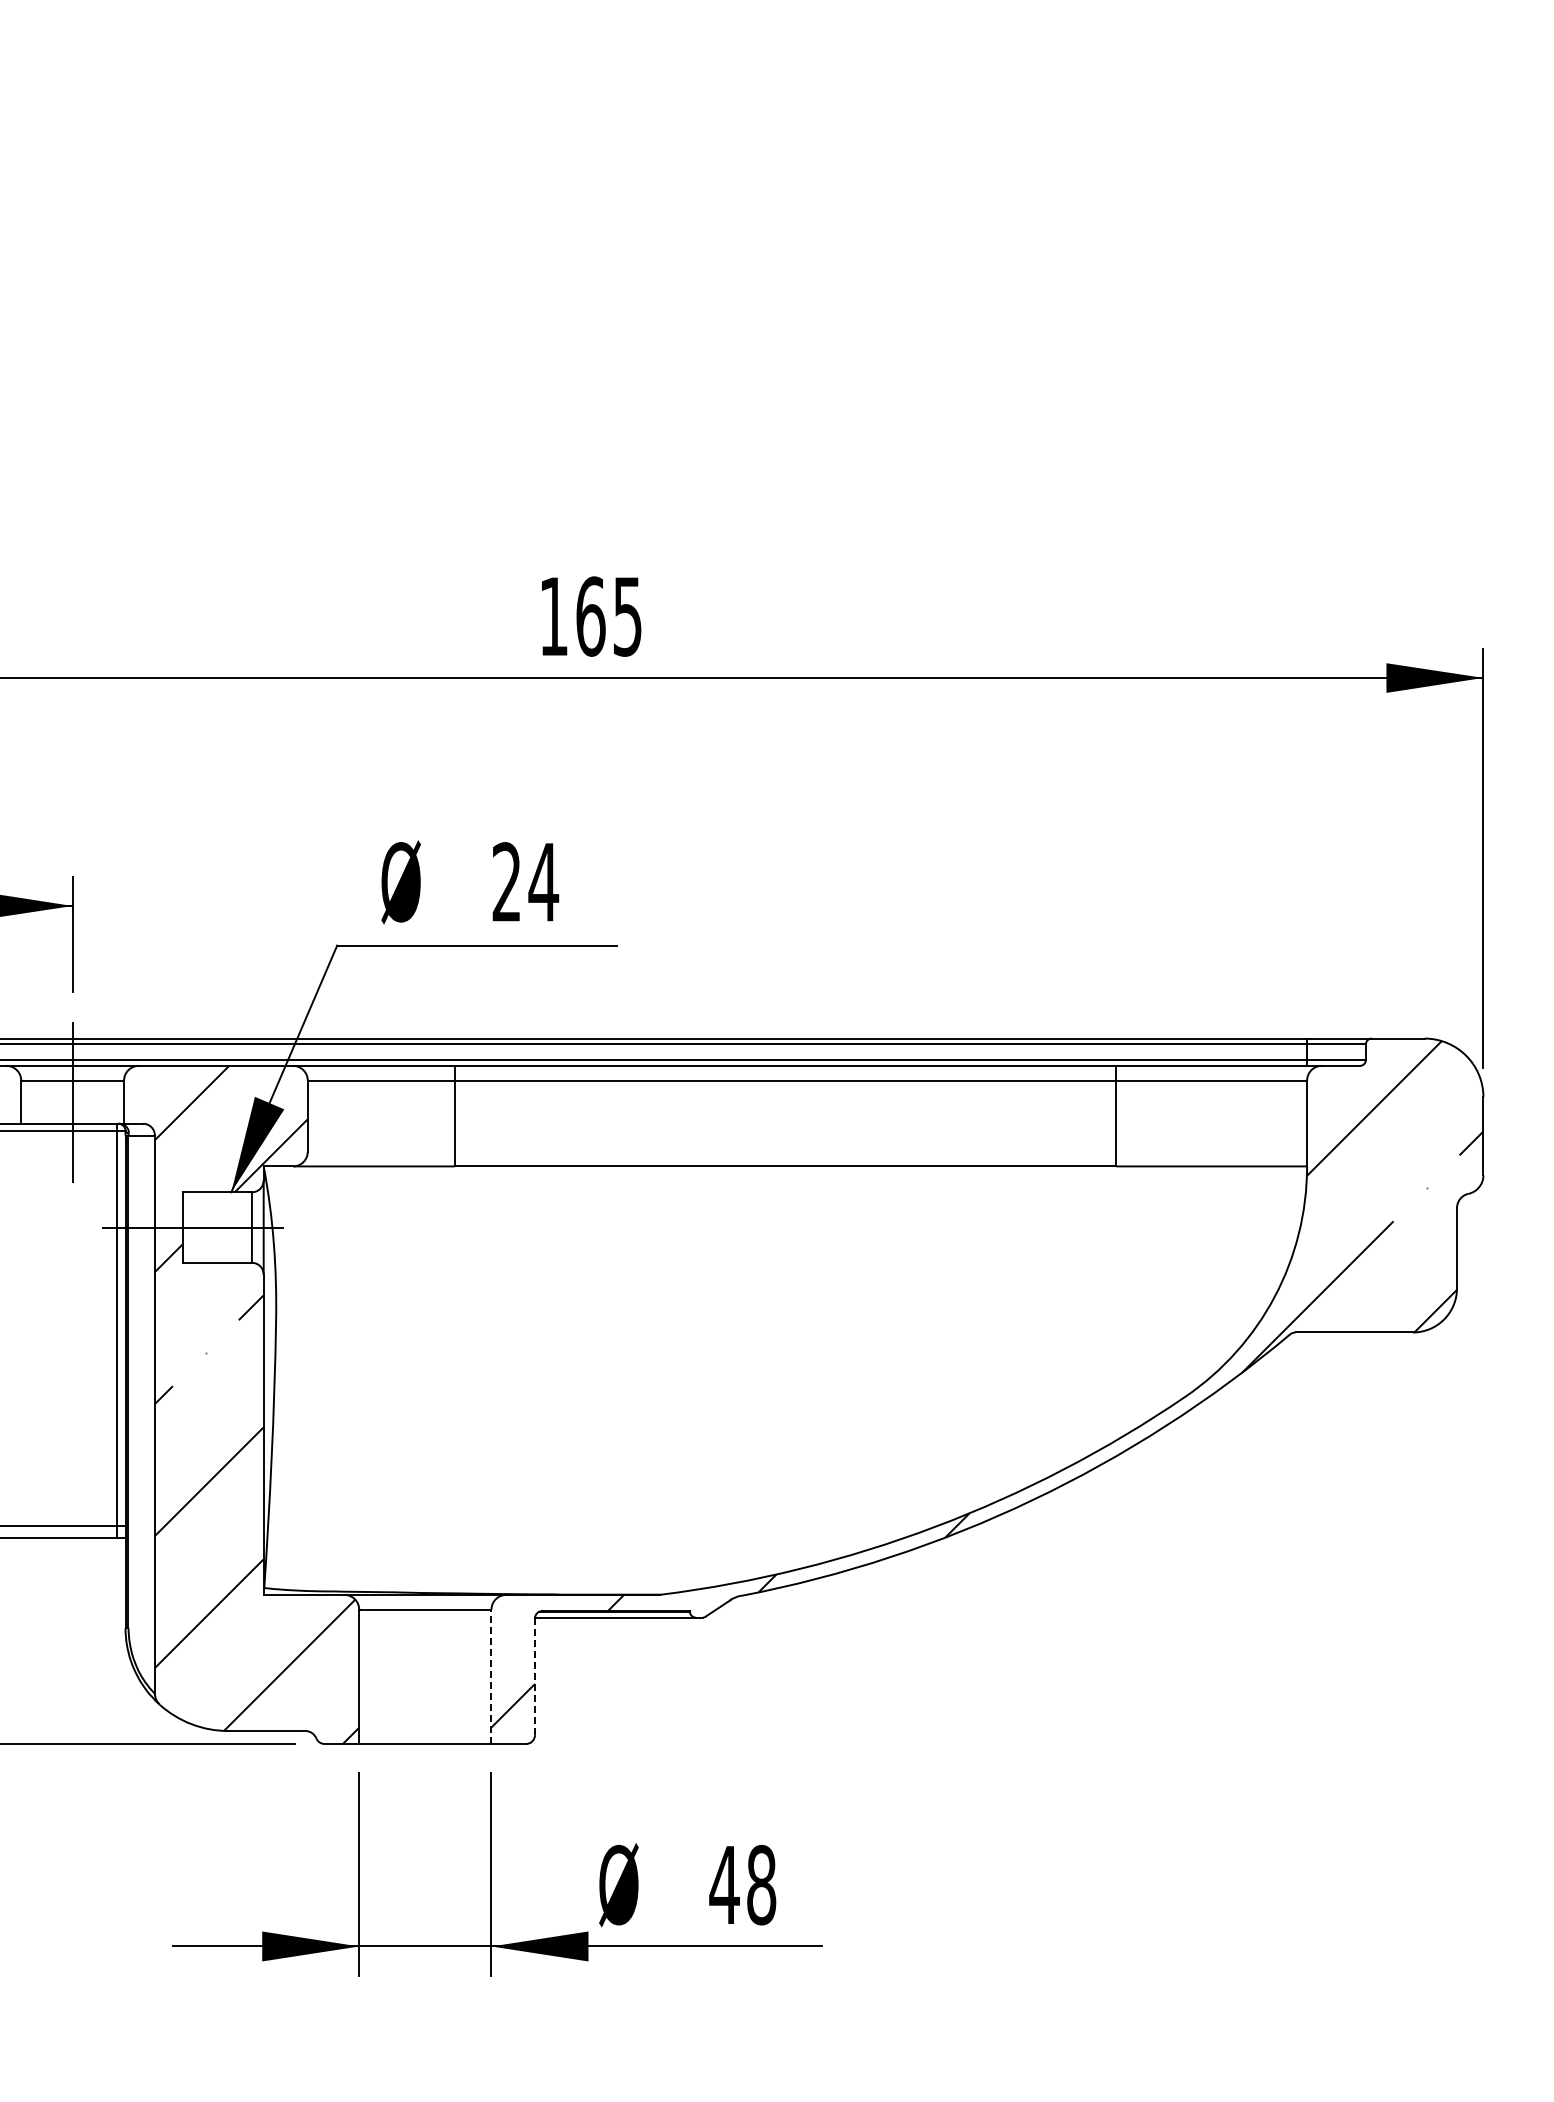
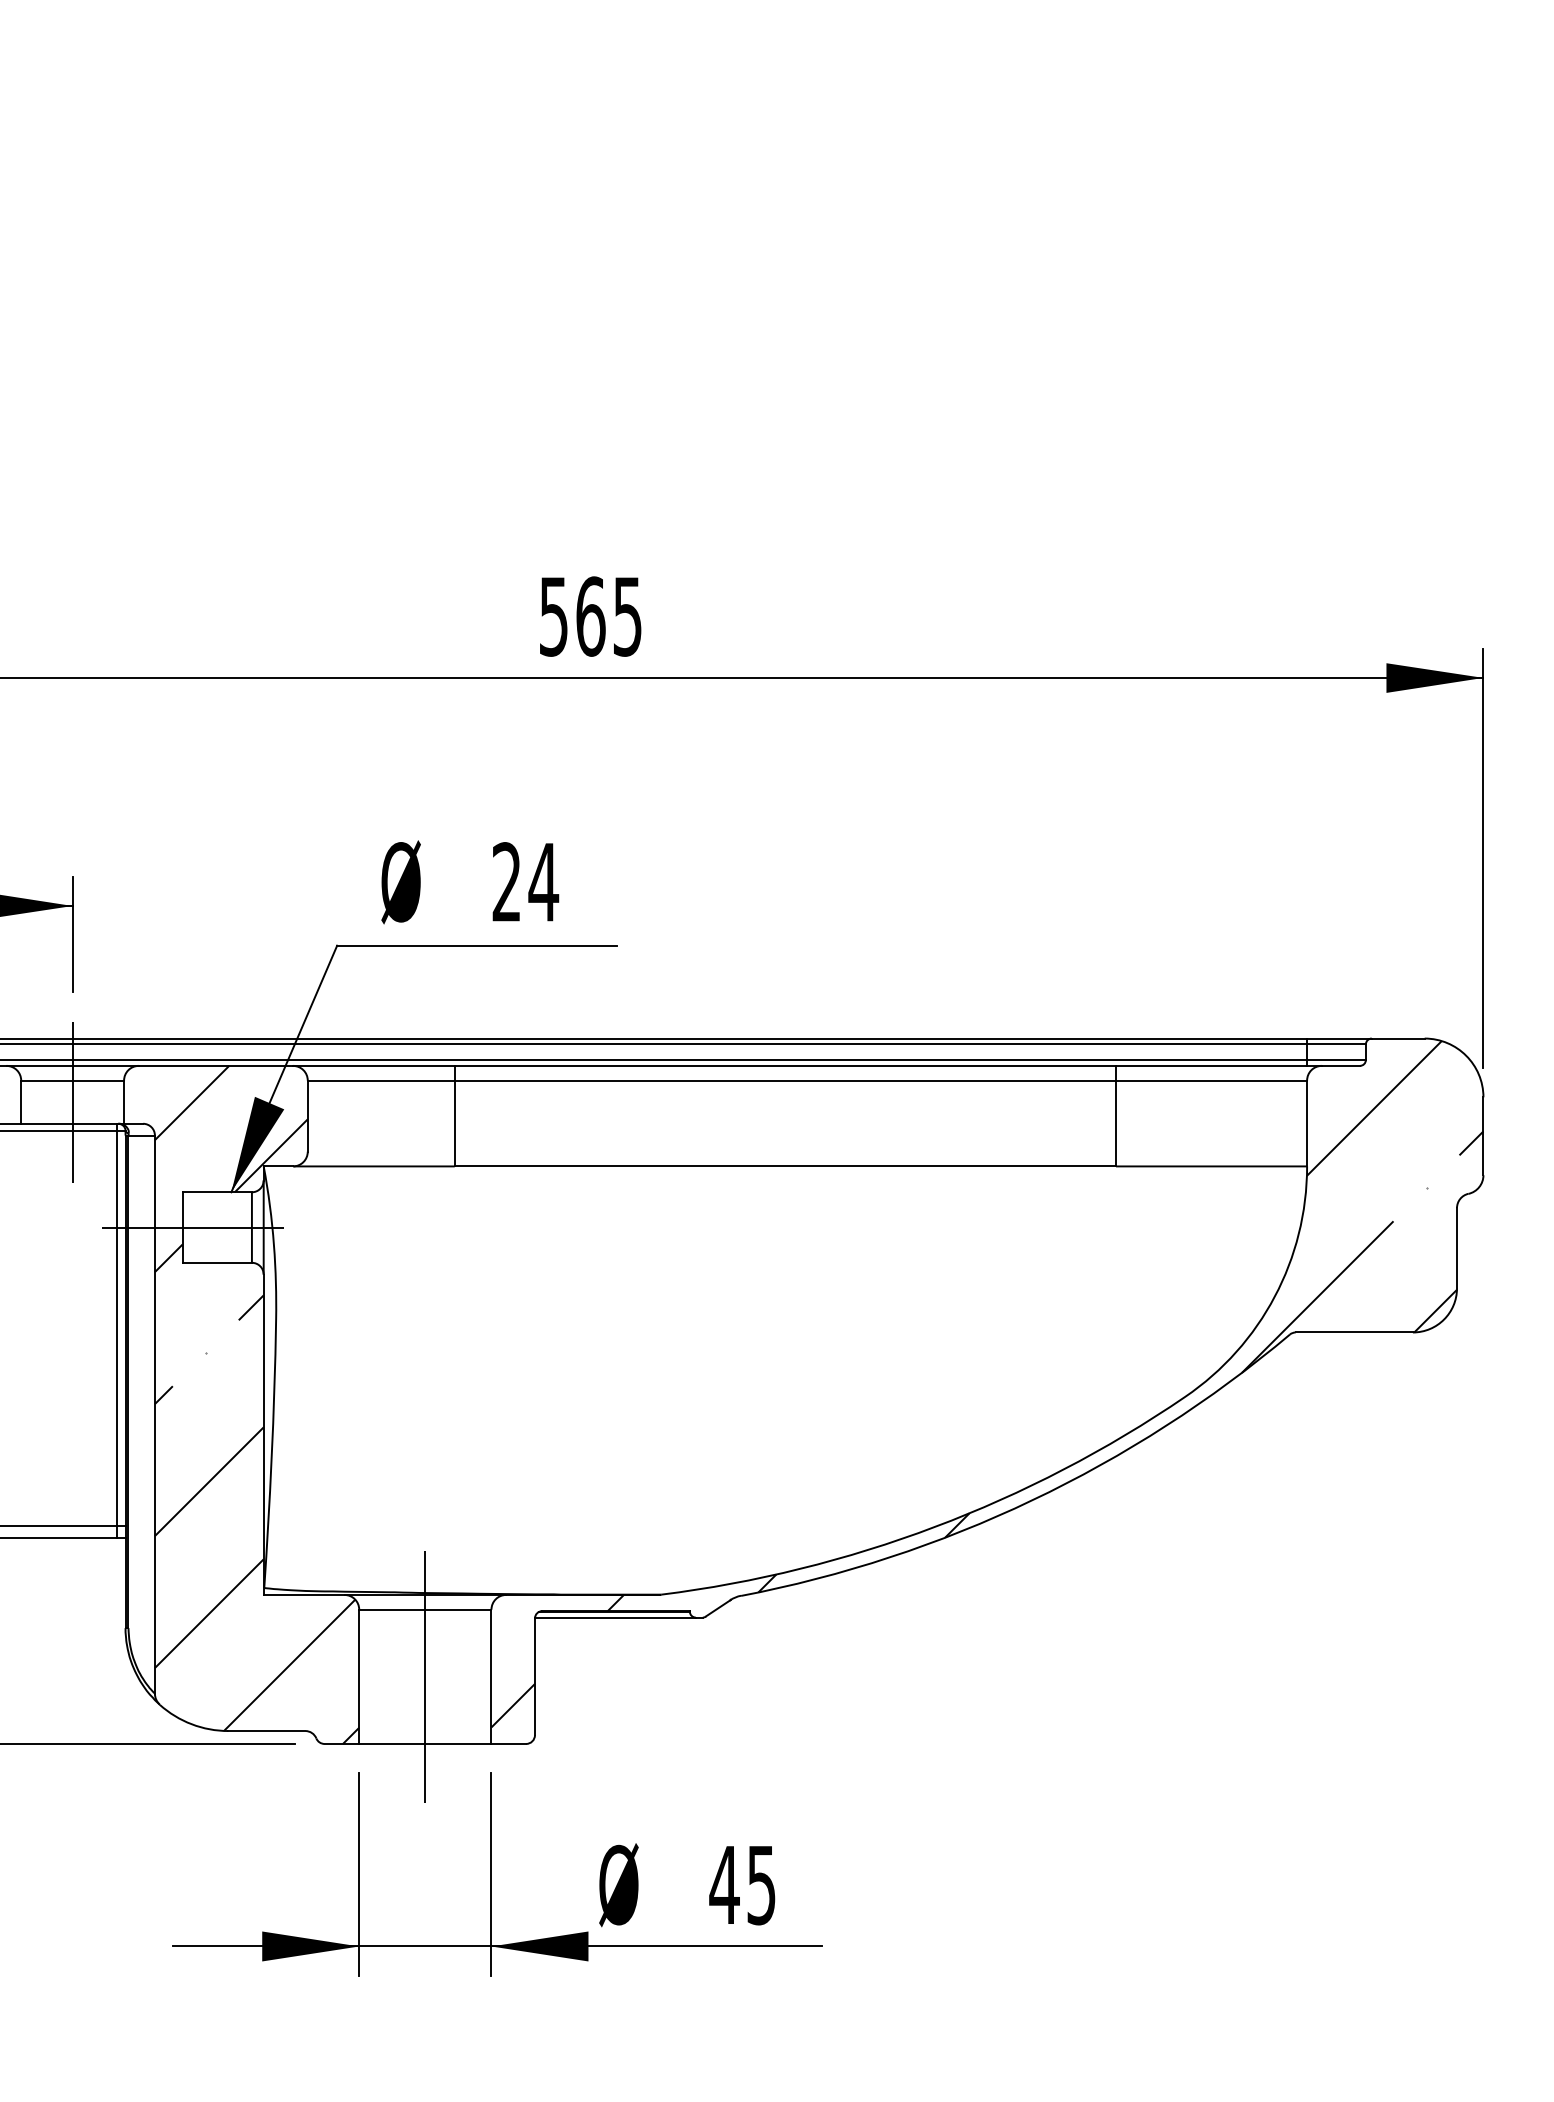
text at (553, 616): 165 -> 565
line at (425, 1676): none -> present
line at (491, 1676): dashed -> solid
line at (534, 1677): dashed -> solid
text at (761, 1884): 48 -> 45
